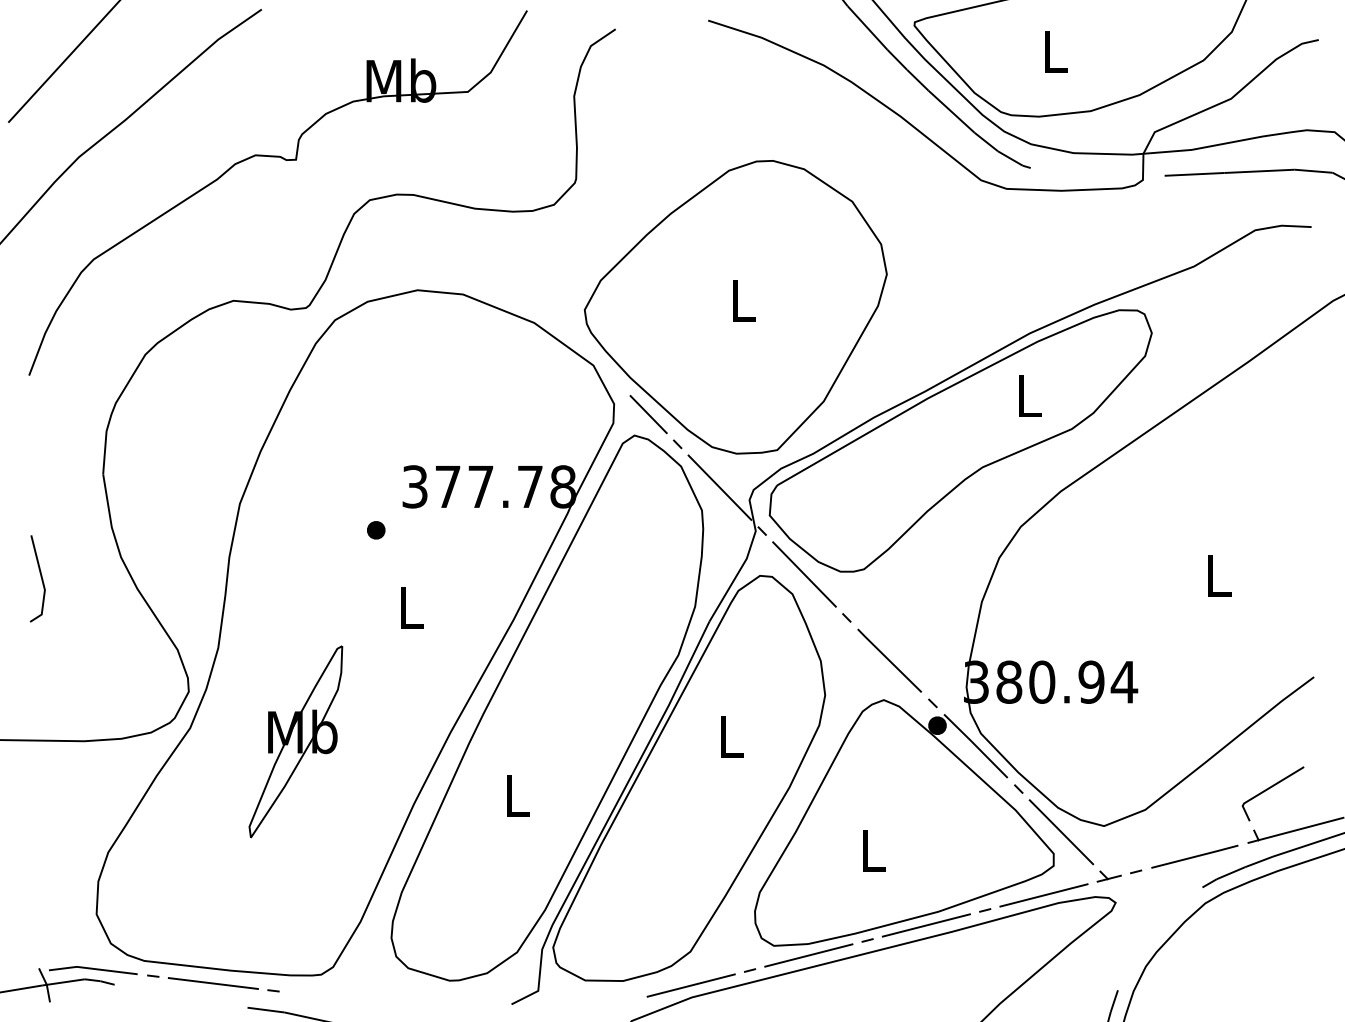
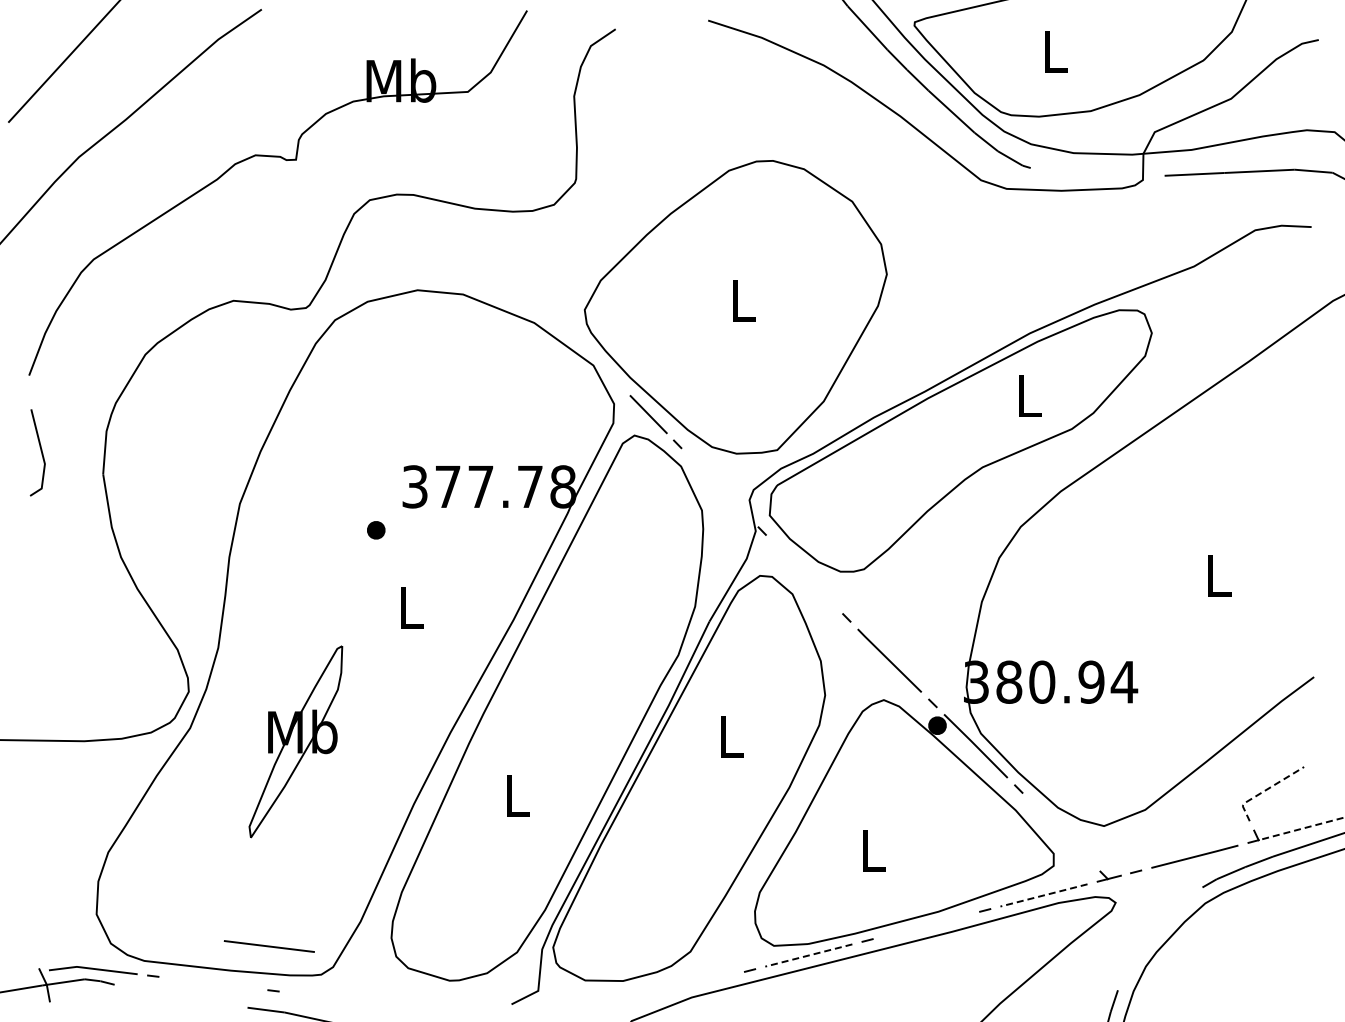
line at (719, 487): present -> none
line at (804, 574): present -> none
line at (40, 577) position: (40, 577) -> (40, 451)
line at (1265, 790): solid -> dashed
line at (1301, 829): solid -> dashed
line at (1061, 832): present -> none
line at (1043, 895): solid -> dashed
line at (925, 925): present -> none
line at (808, 955): solid -> dashed
line at (212, 983) position: (212, 983) -> (268, 946)
line at (690, 985): present -> none
